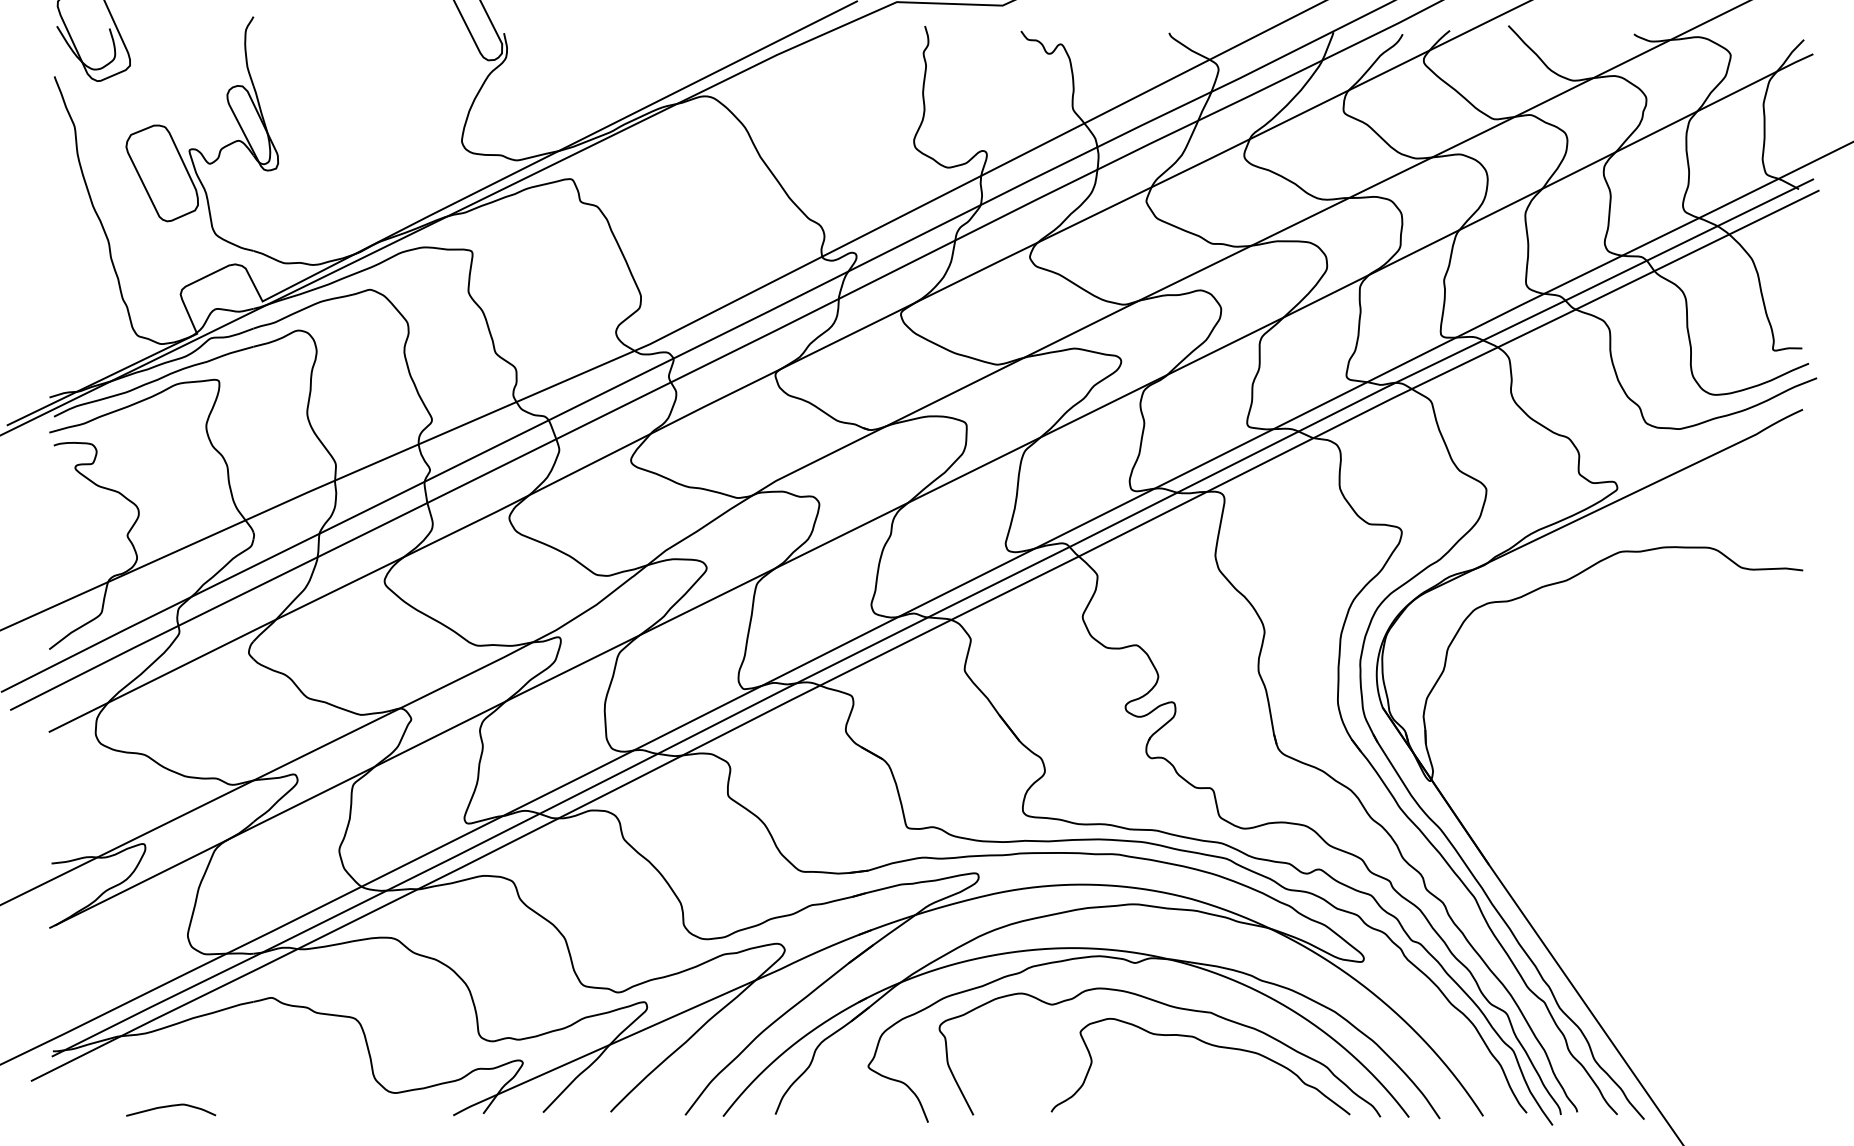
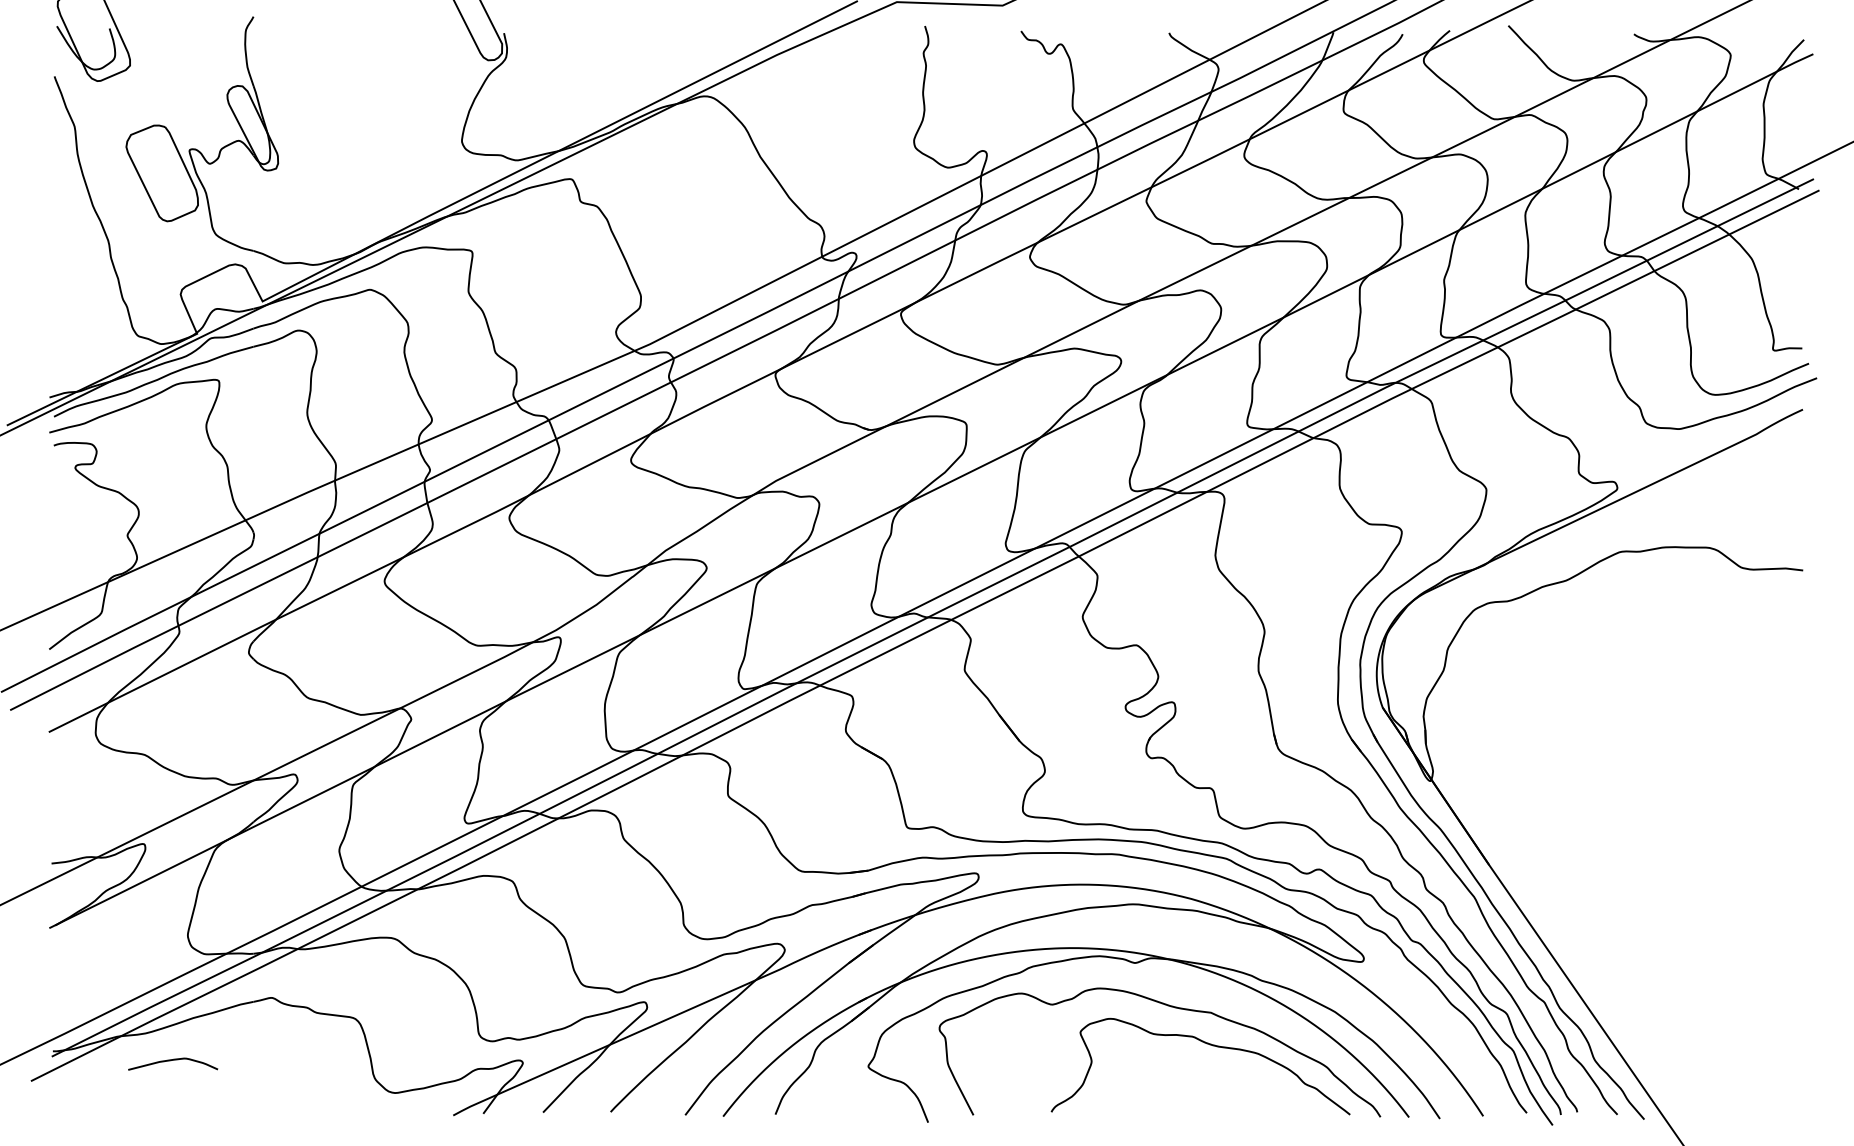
curve at (171, 1106) position: (171, 1106) -> (173, 1060)
